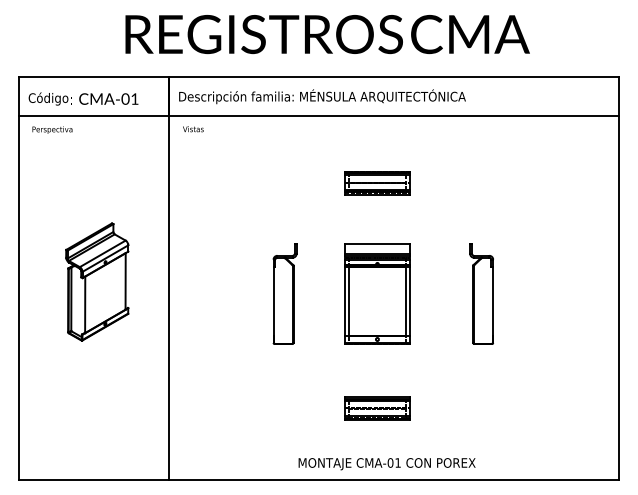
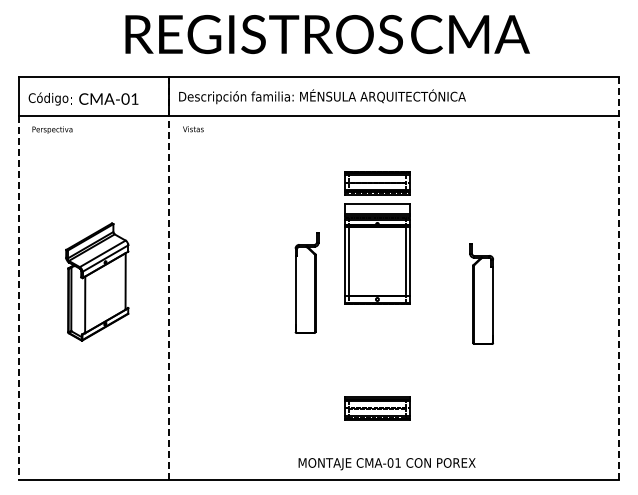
line at (169, 279): solid -> dashed
line at (618, 279): solid -> dashed
part at (284, 293) position: (284, 293) -> (306, 282)
part at (377, 293) position: (377, 293) -> (377, 253)
line at (19, 298): solid -> dashed
